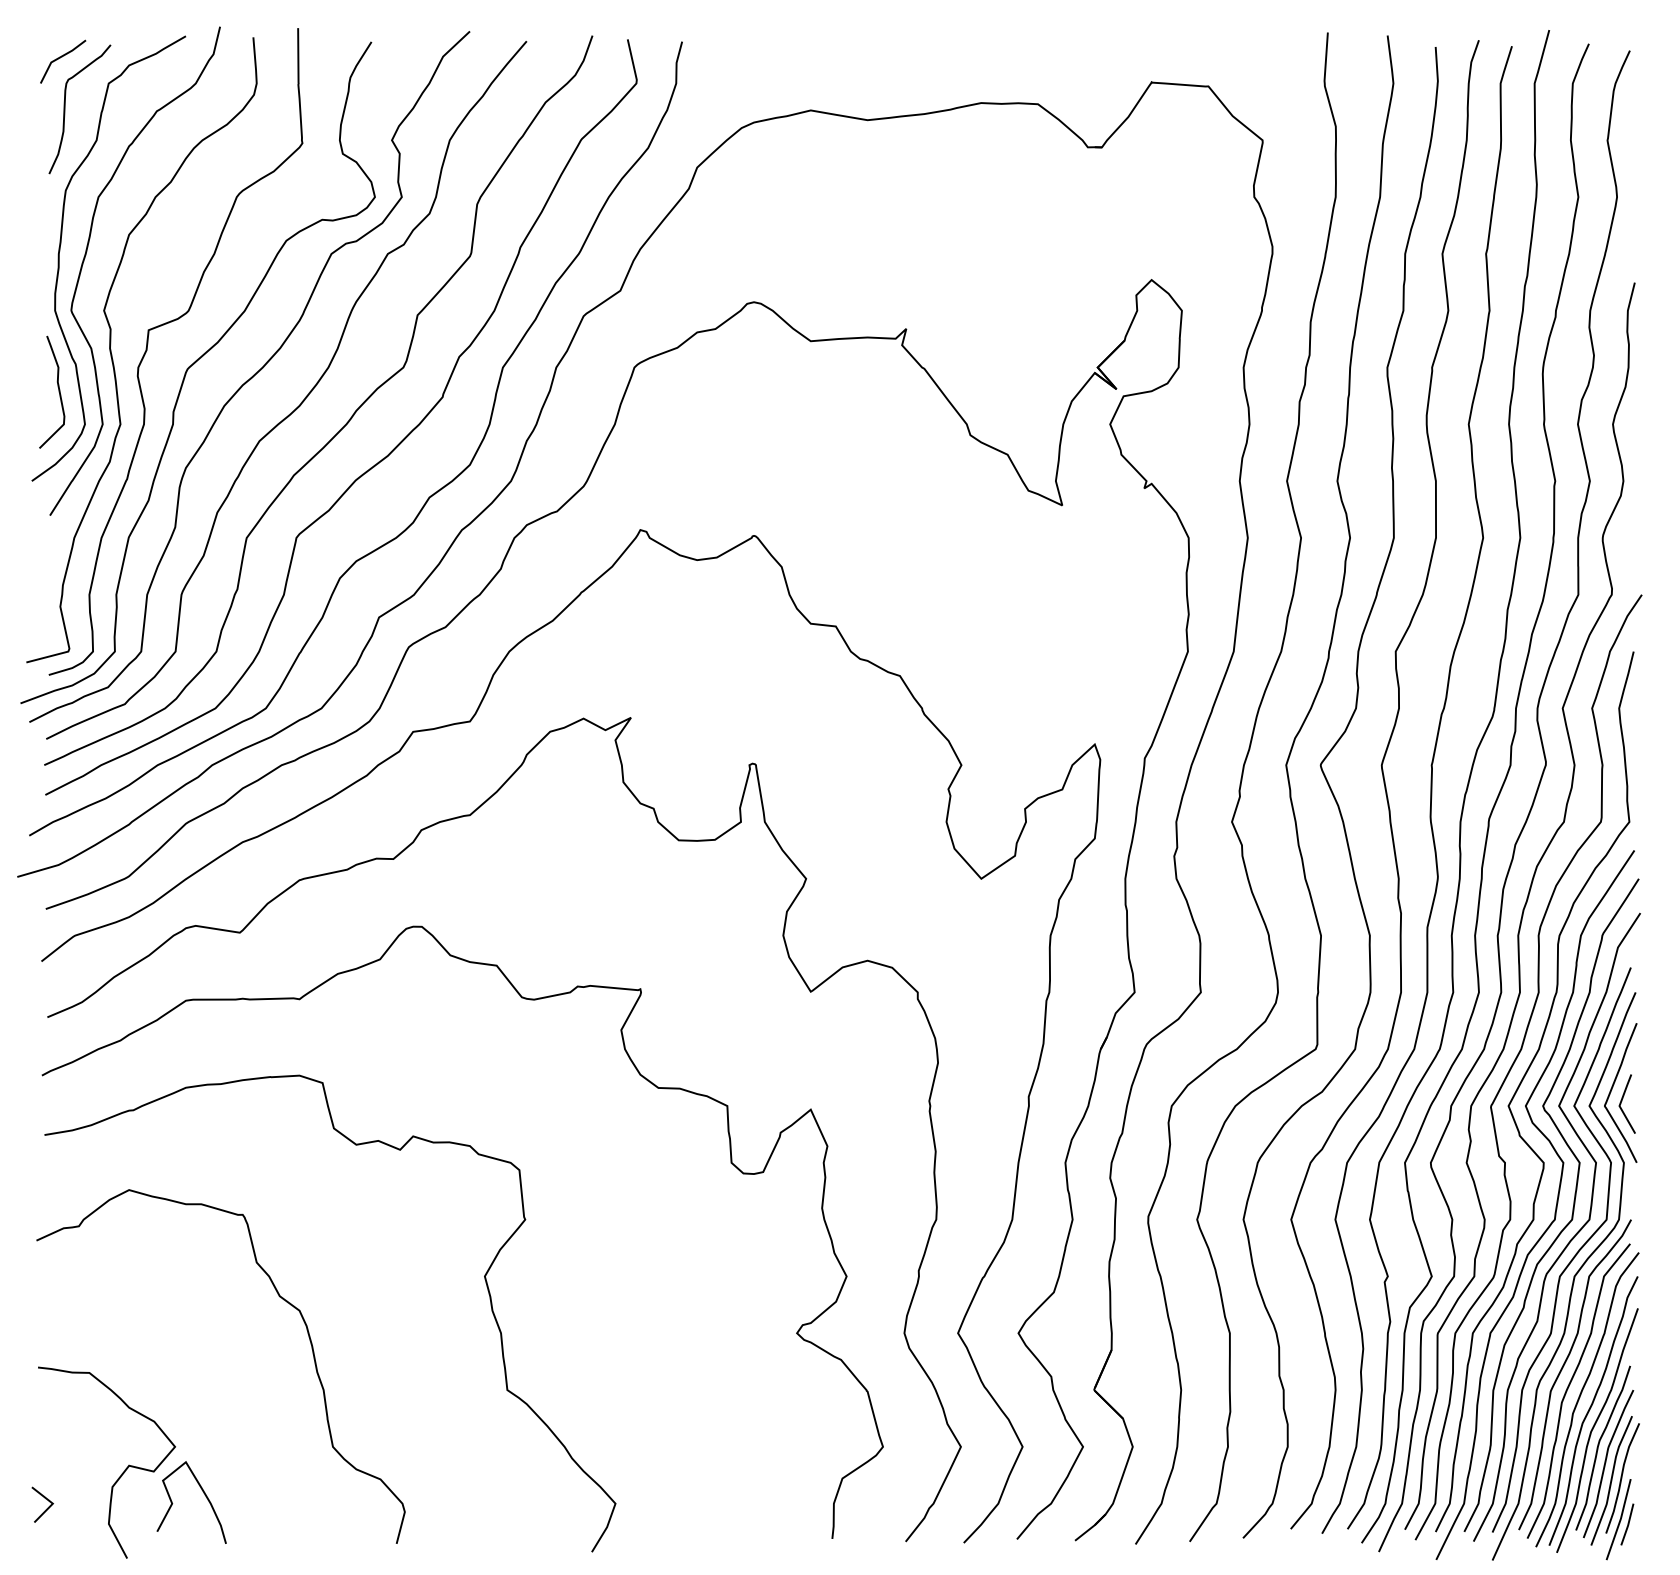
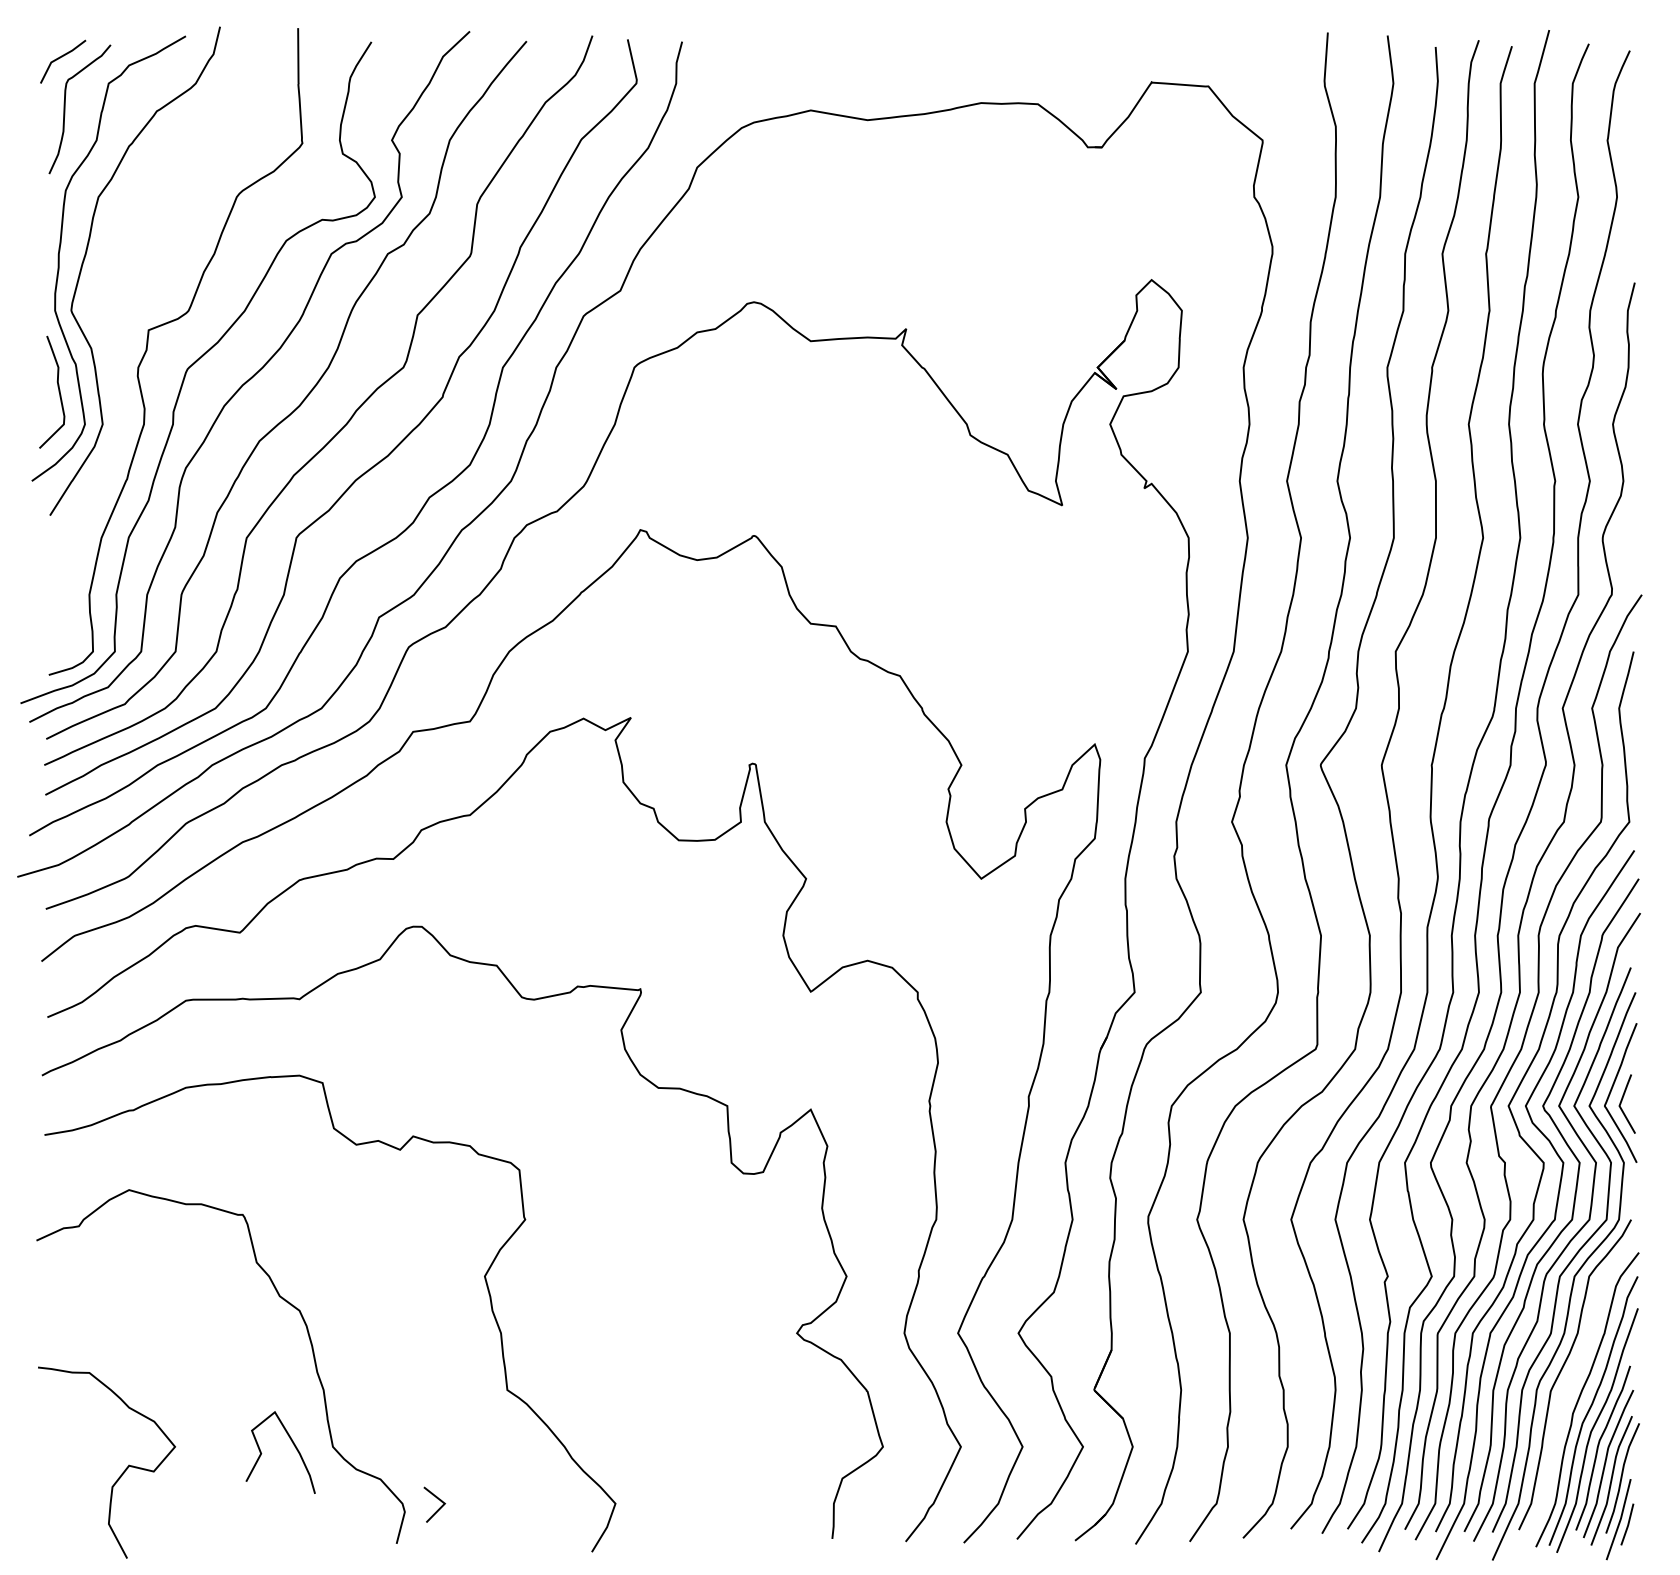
curve at (112, 354): present -> none
curve at (1569, 1387): present -> none
curve at (204, 1495) position: (204, 1495) -> (293, 1445)
line at (46, 1508) position: (46, 1508) -> (438, 1508)
